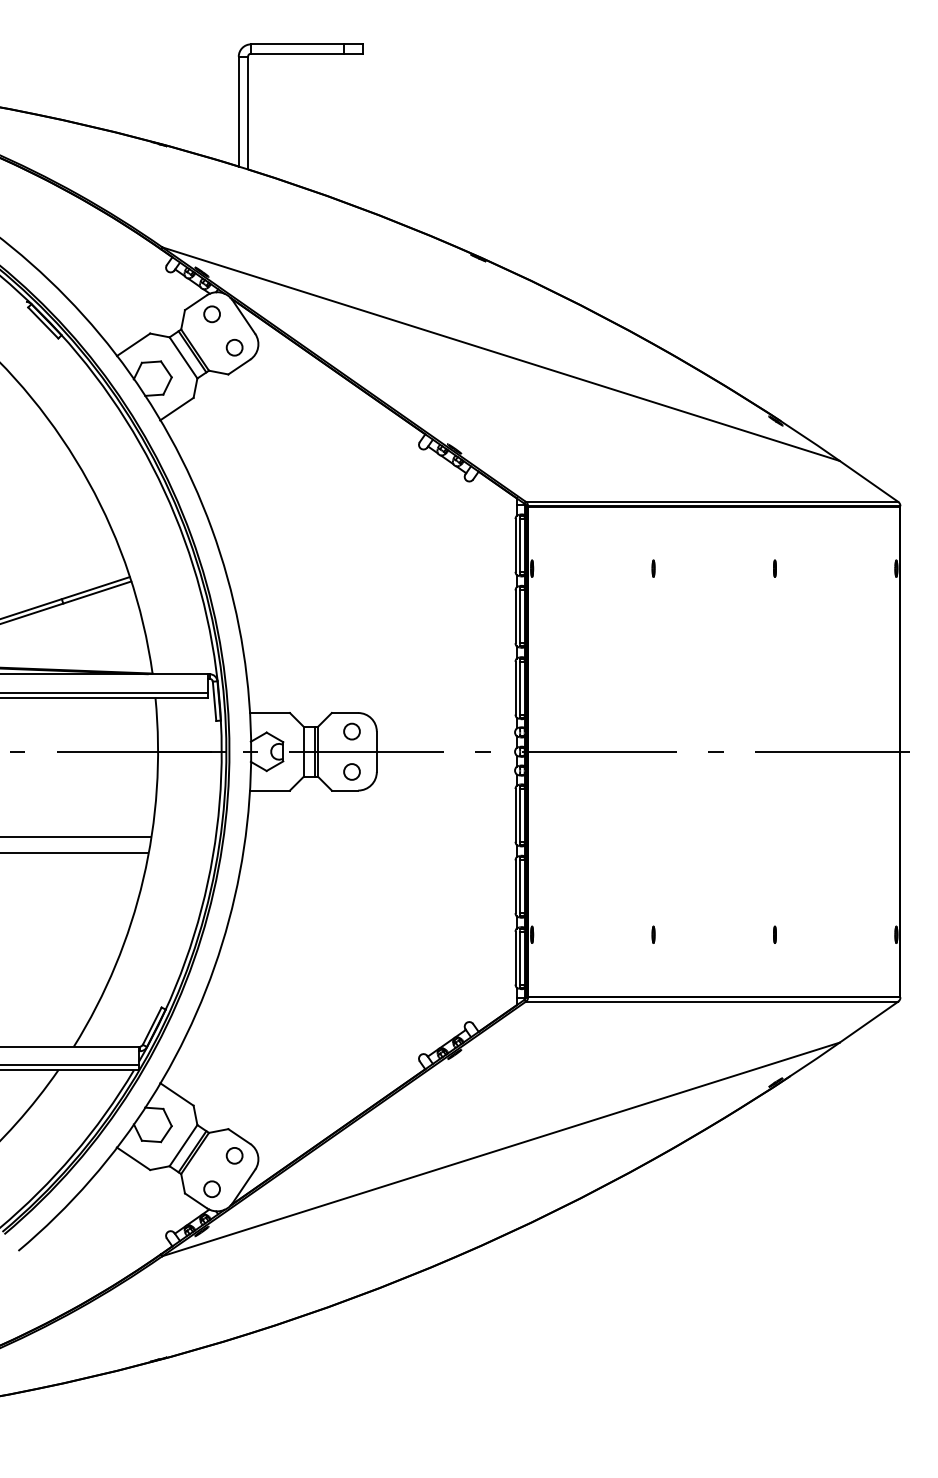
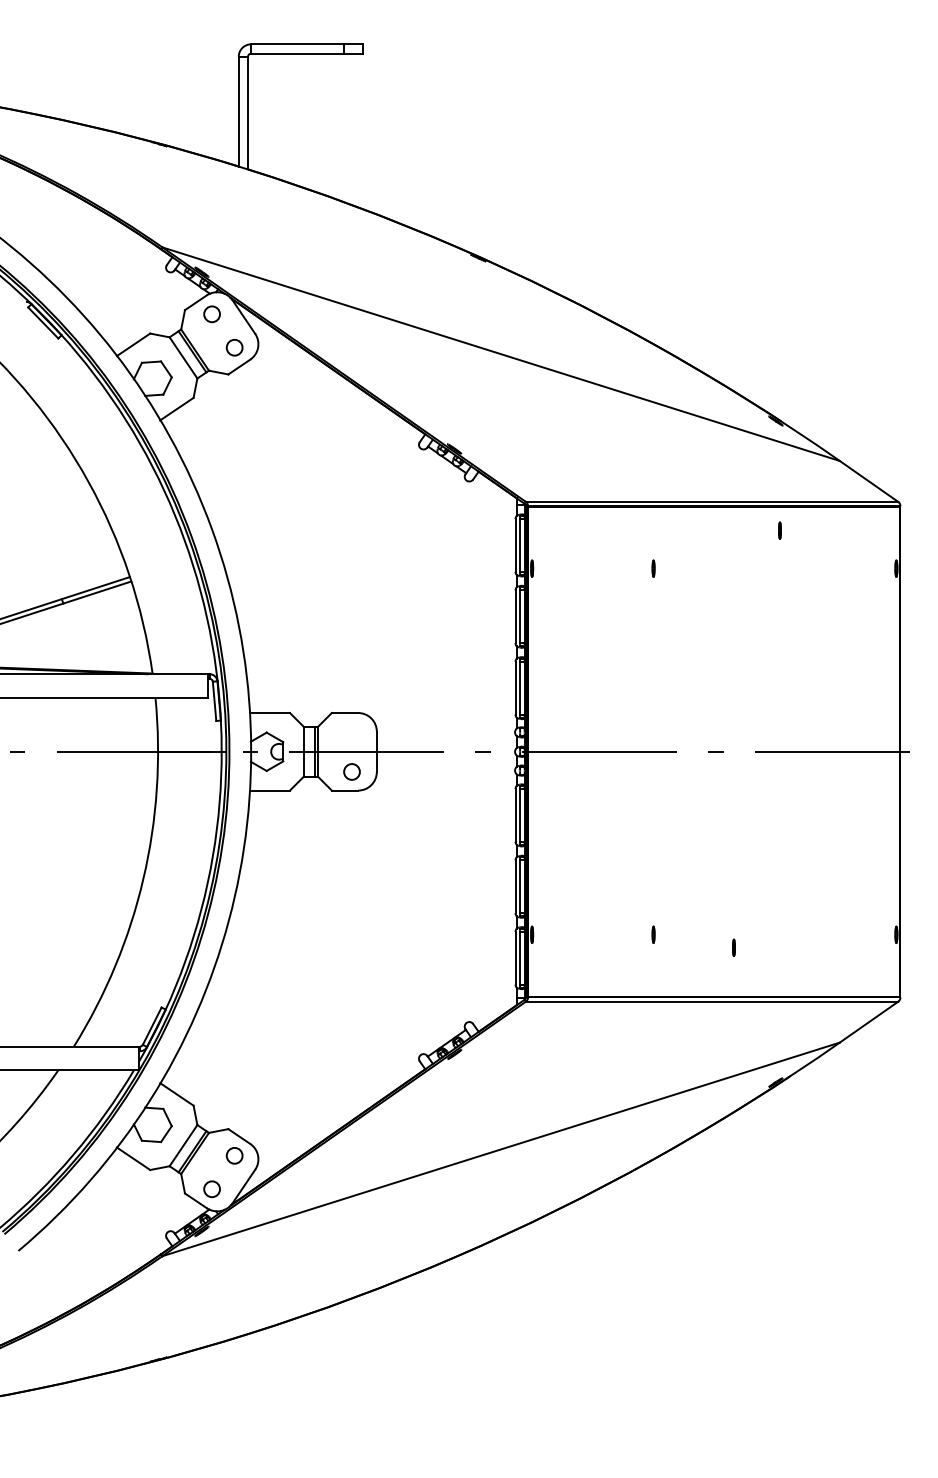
line at (774, 568) position: (774, 568) -> (779, 530)
line at (104, 693): present -> none
circle at (351, 731): present -> none
line at (76, 837): present -> none
line at (75, 853): present -> none
line at (774, 934) position: (774, 934) -> (733, 947)
line at (70, 1065): present -> none
